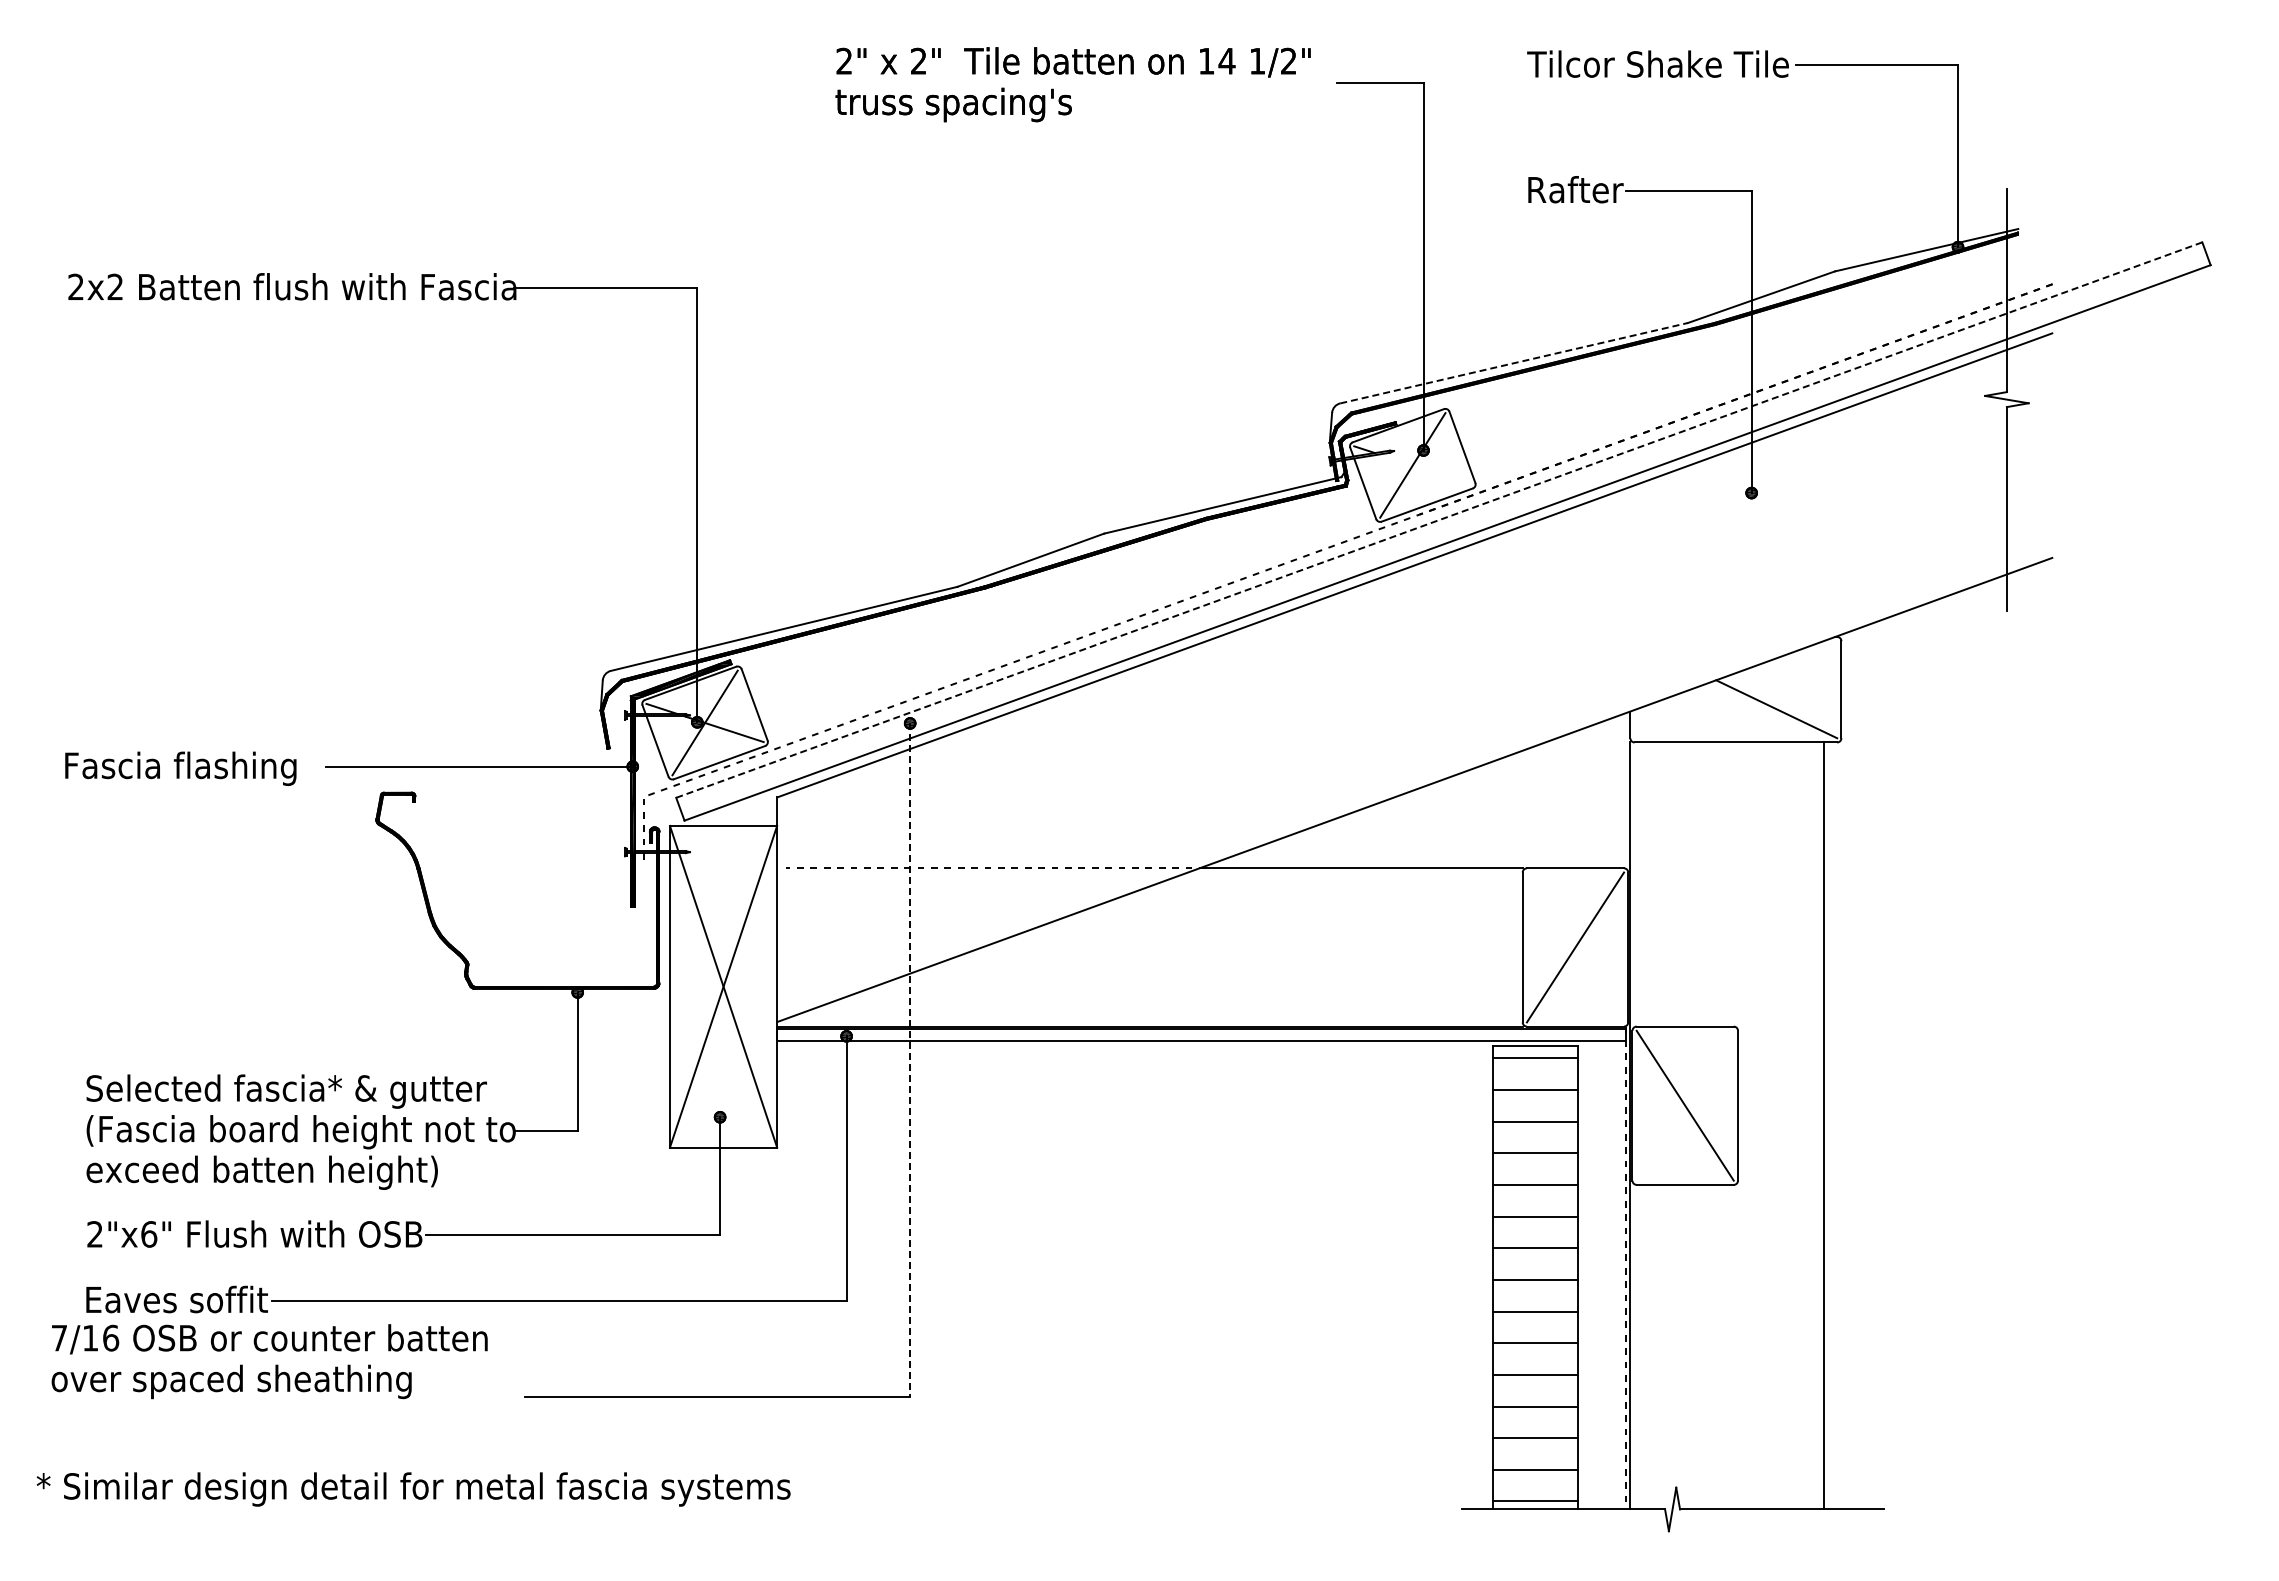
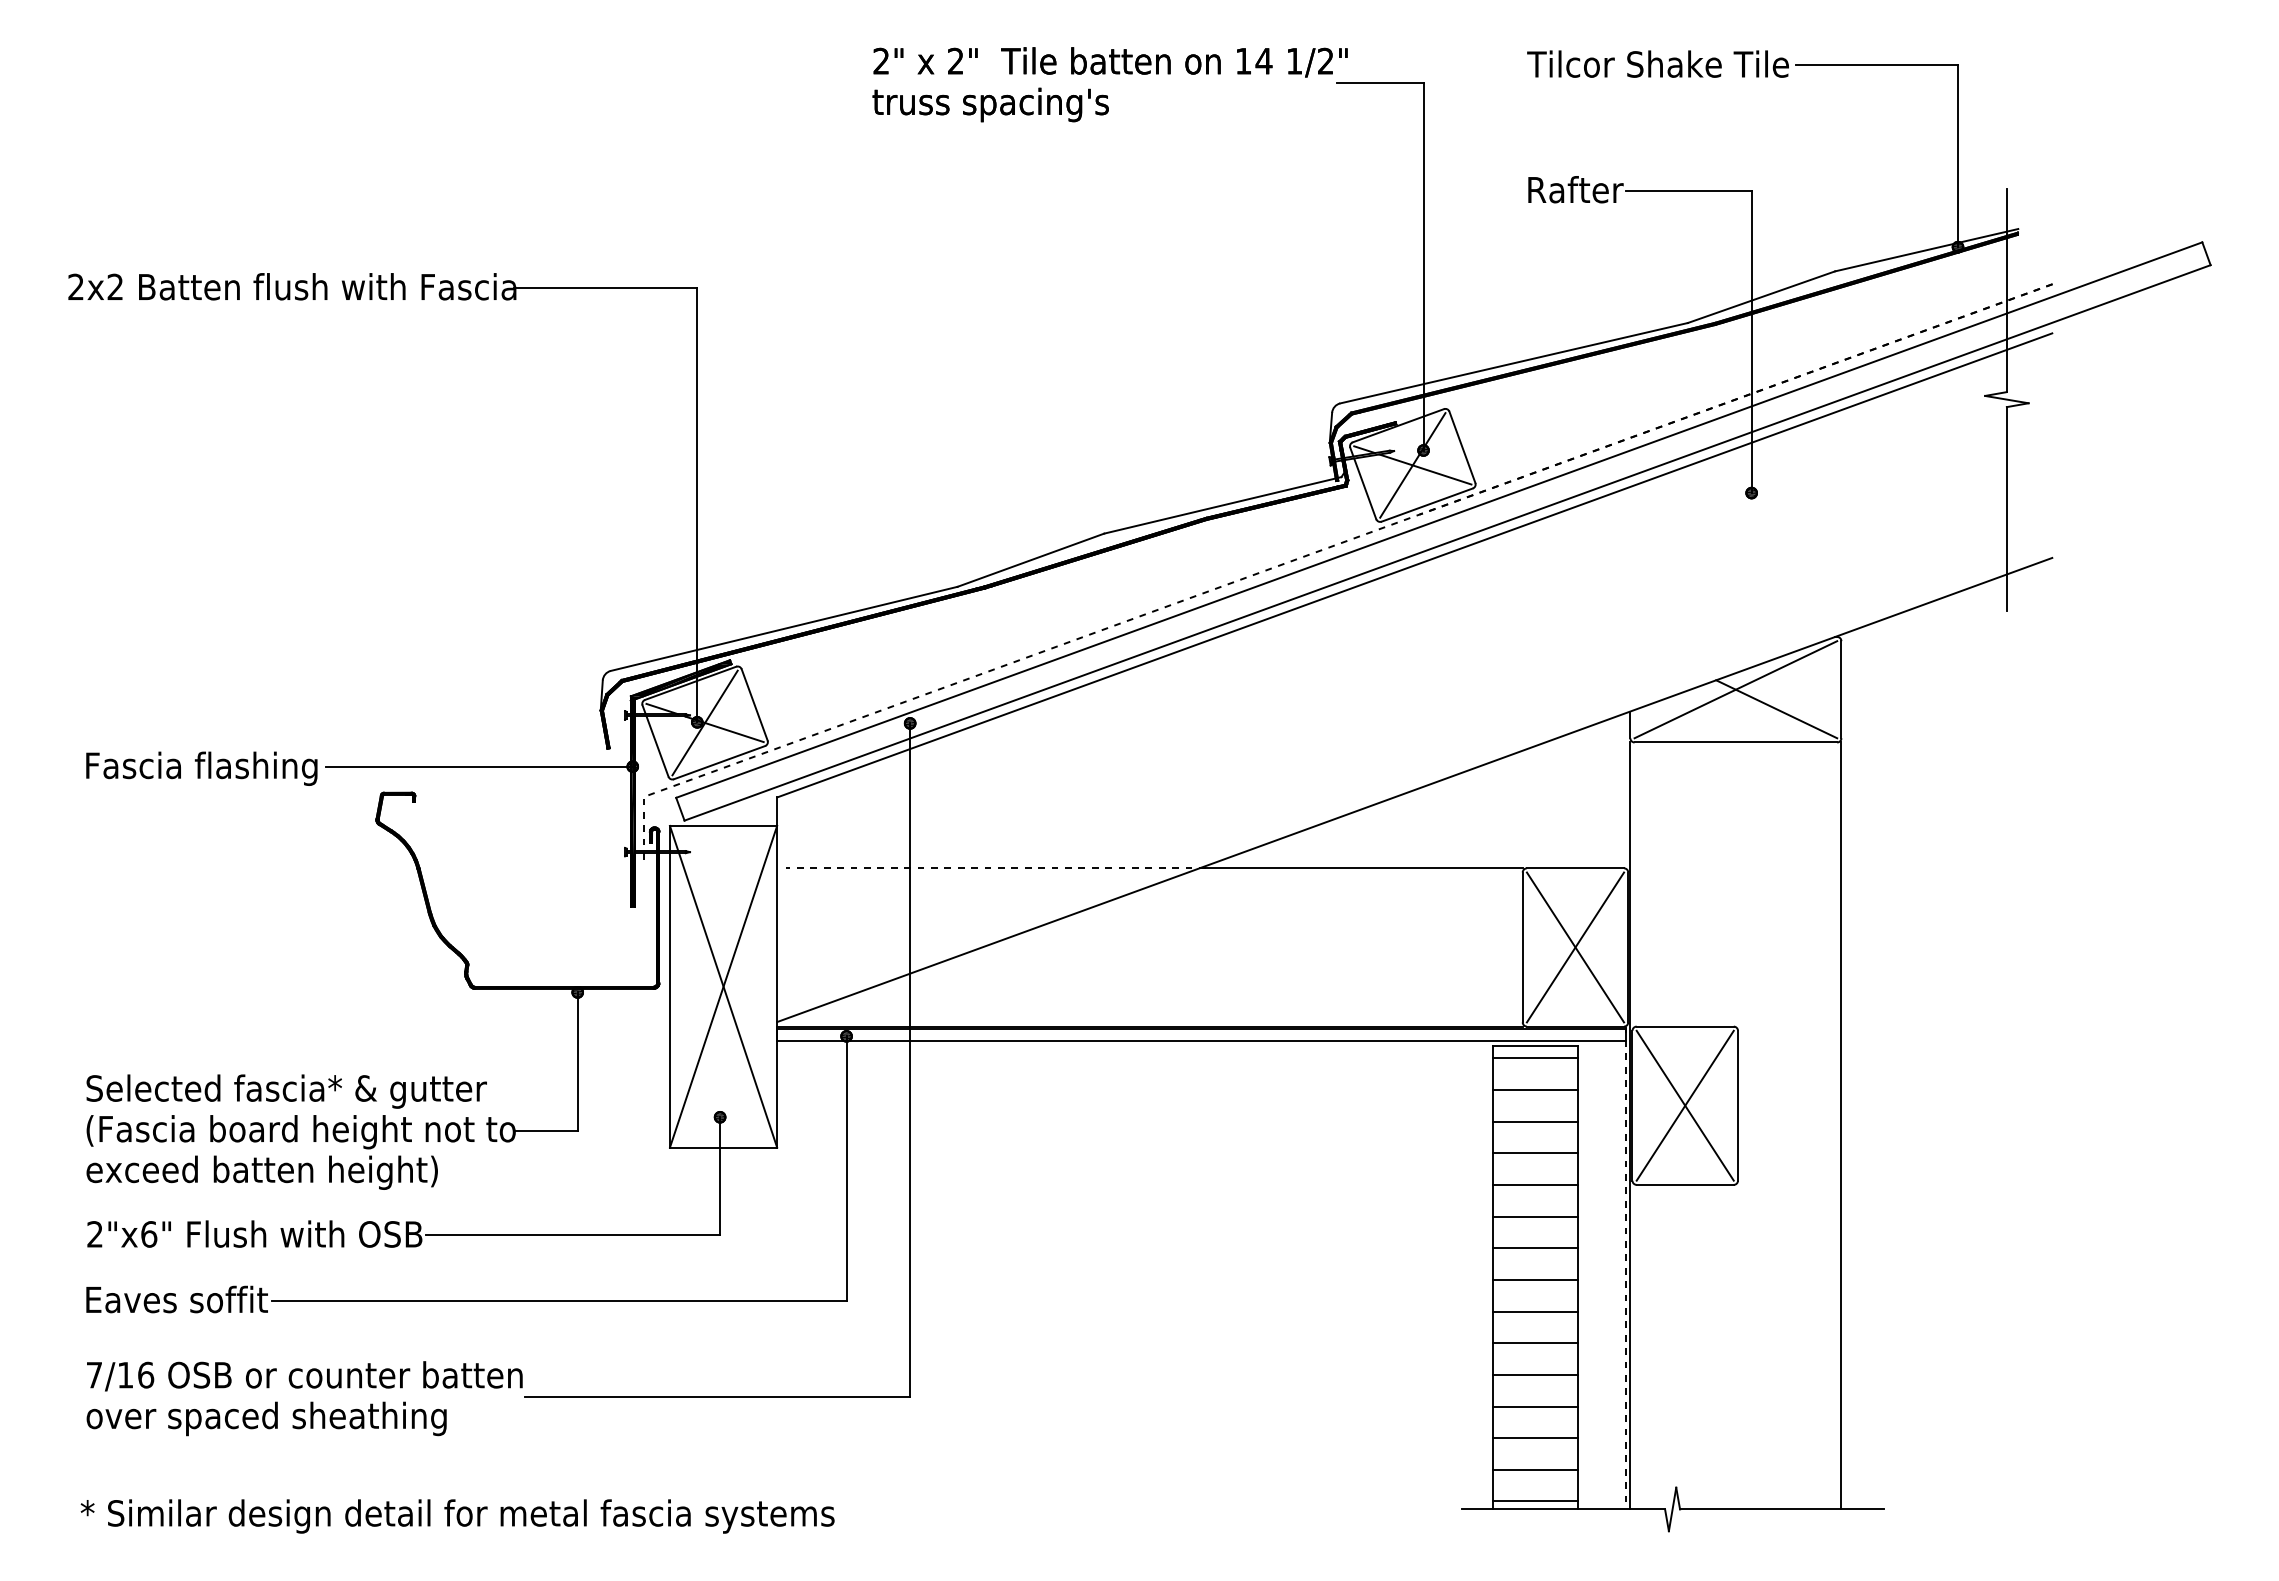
text at (1072, 84) position: (1072, 84) -> (1109, 84)
line at (1514, 363): dashed -> solid
line at (1425, 469): none -> present
line at (1438, 520): dashed -> solid
line at (1735, 689): none -> present
text at (180, 768) position: (180, 768) -> (201, 768)
line at (1575, 947): none -> present
line at (910, 1060): dashed -> solid
line at (1684, 1105): none -> present
line at (1824, 1125) position: (1824, 1125) -> (1841, 1125)
text at (269, 1361) position: (269, 1361) -> (304, 1398)
text at (413, 1489) position: (413, 1489) -> (457, 1516)
